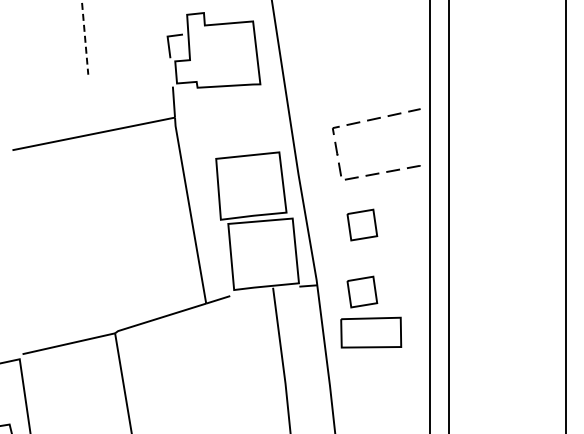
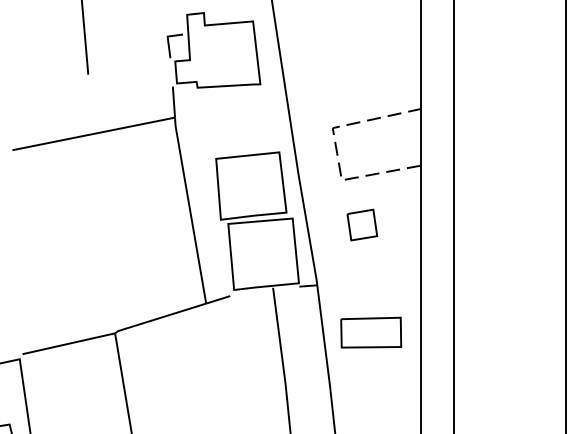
line at (85, 38): dashed -> solid
line at (429, 216) position: (429, 216) -> (420, 216)
line at (449, 216) position: (449, 216) -> (454, 216)
part at (362, 291): present -> none
